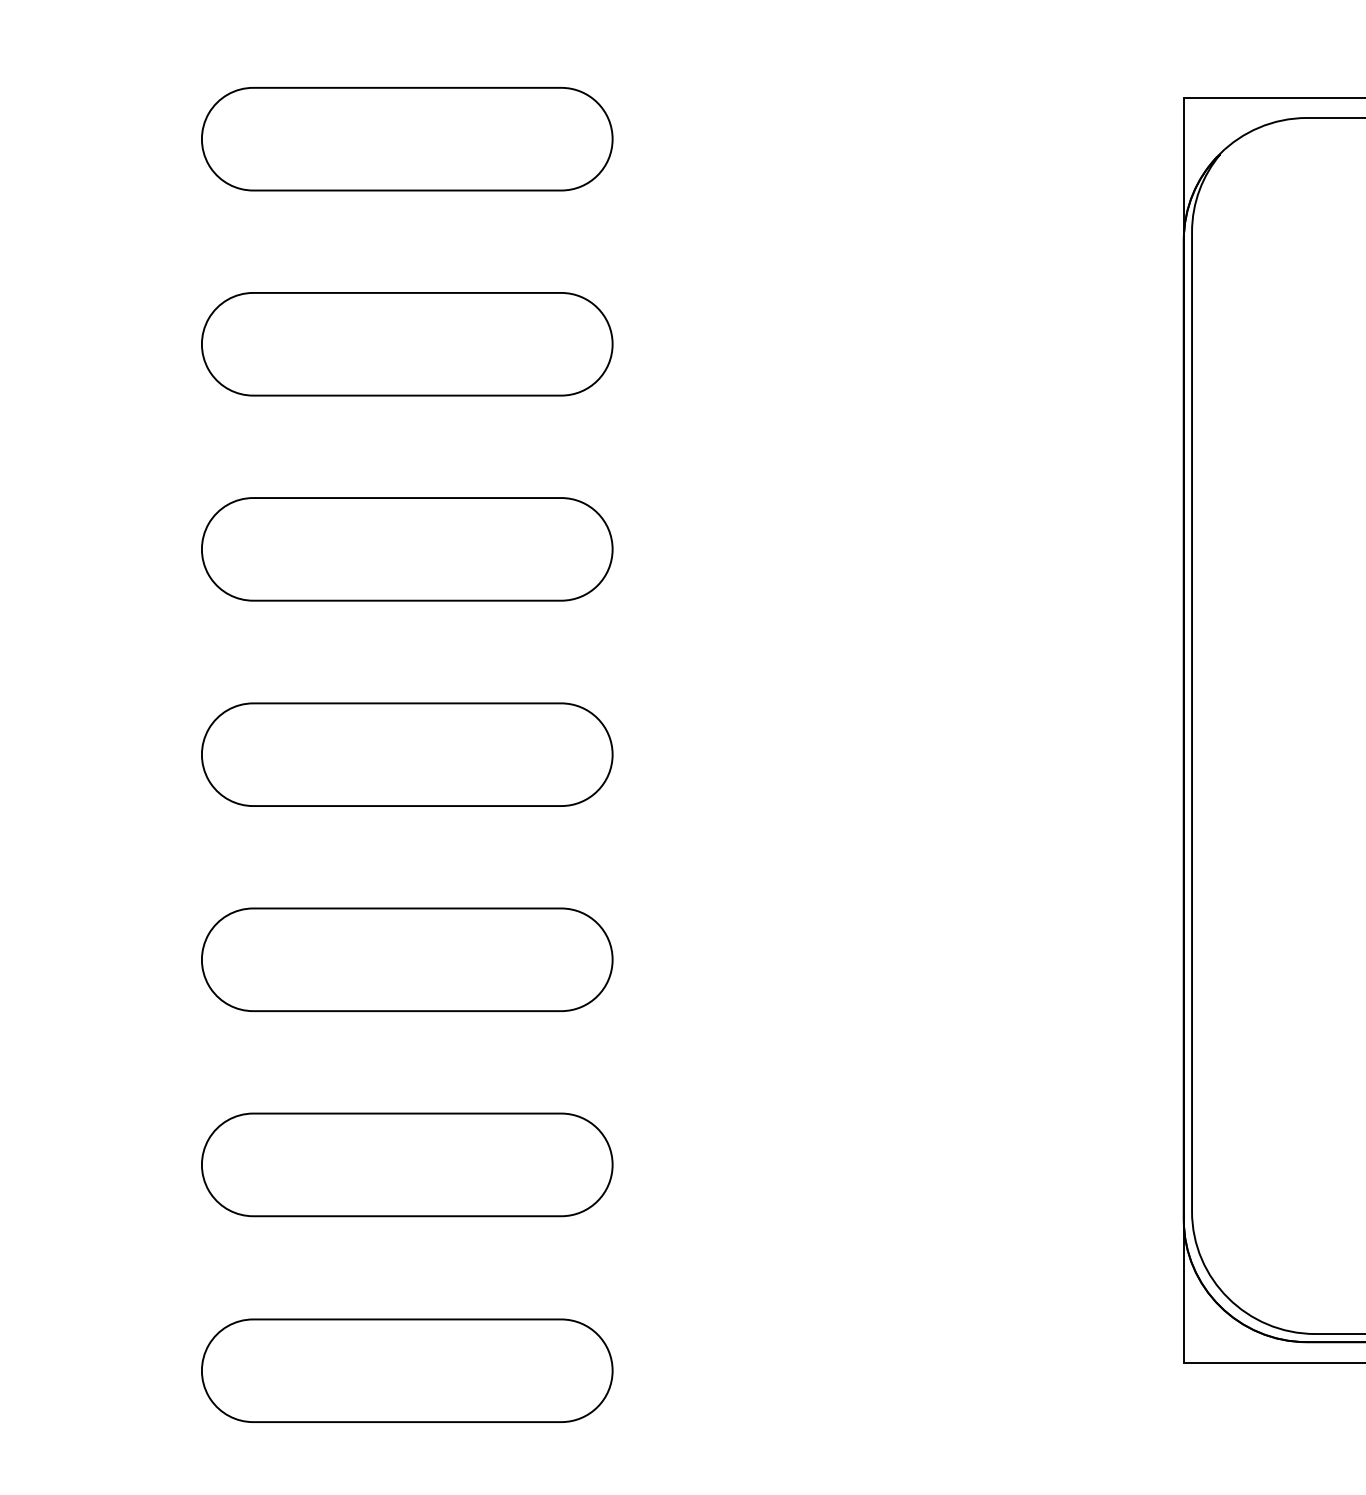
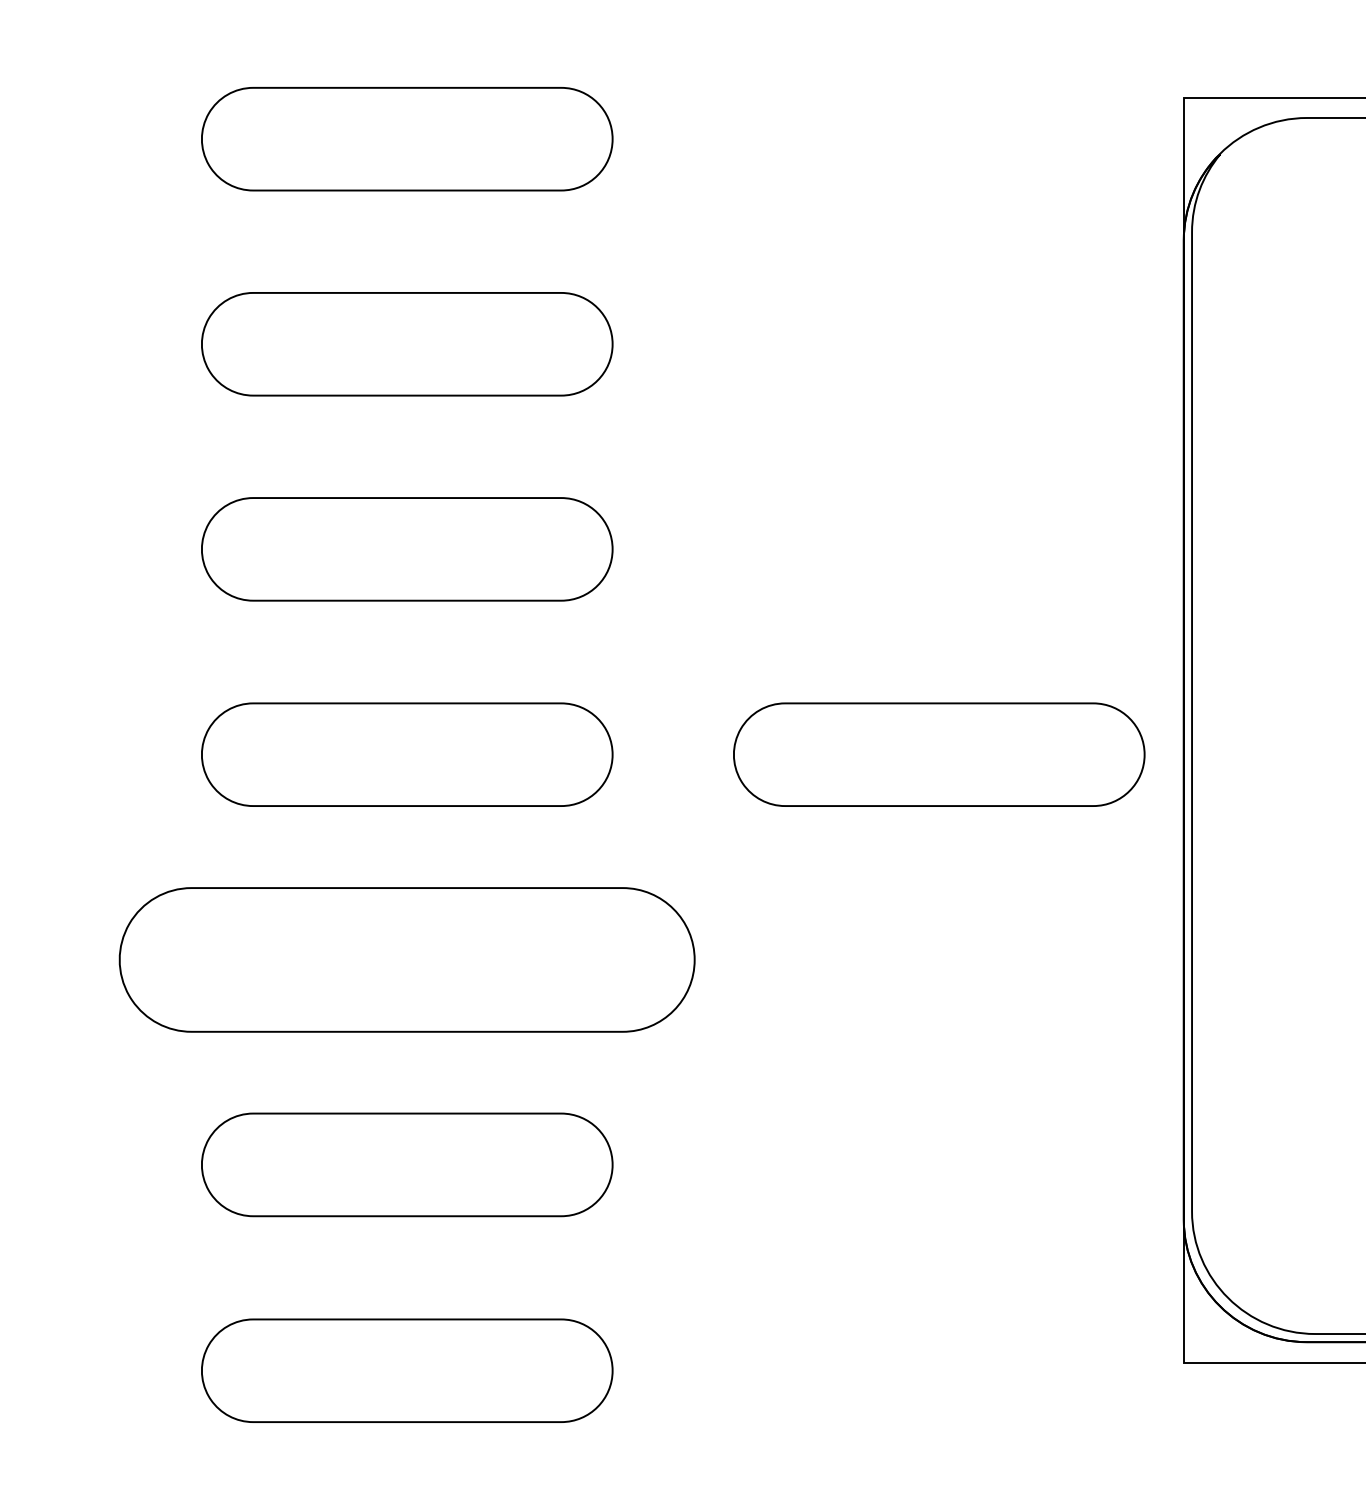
part at (939, 754): none -> present
part at (407, 959) size: 413x105 px -> 578x146 px
